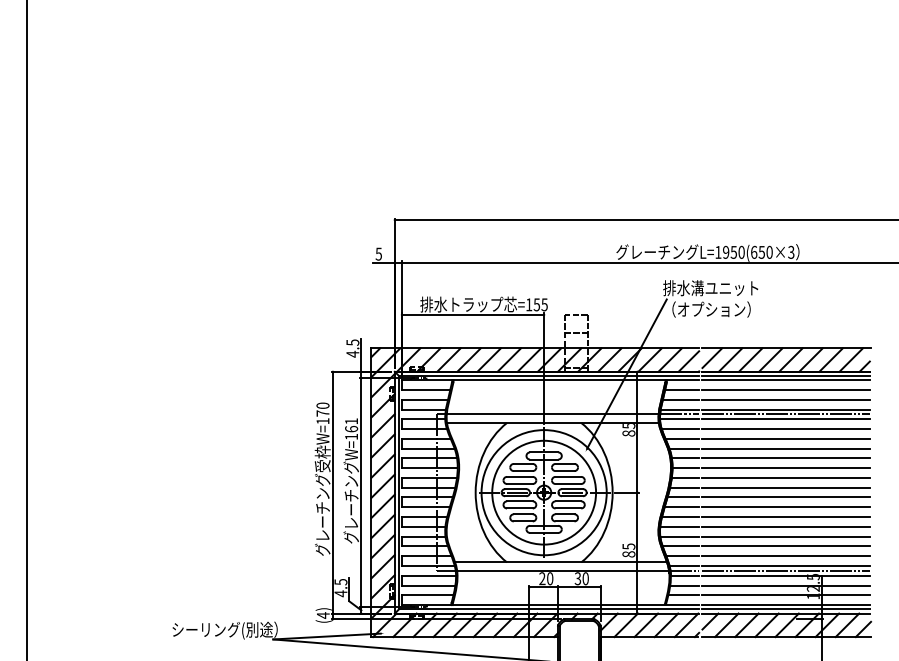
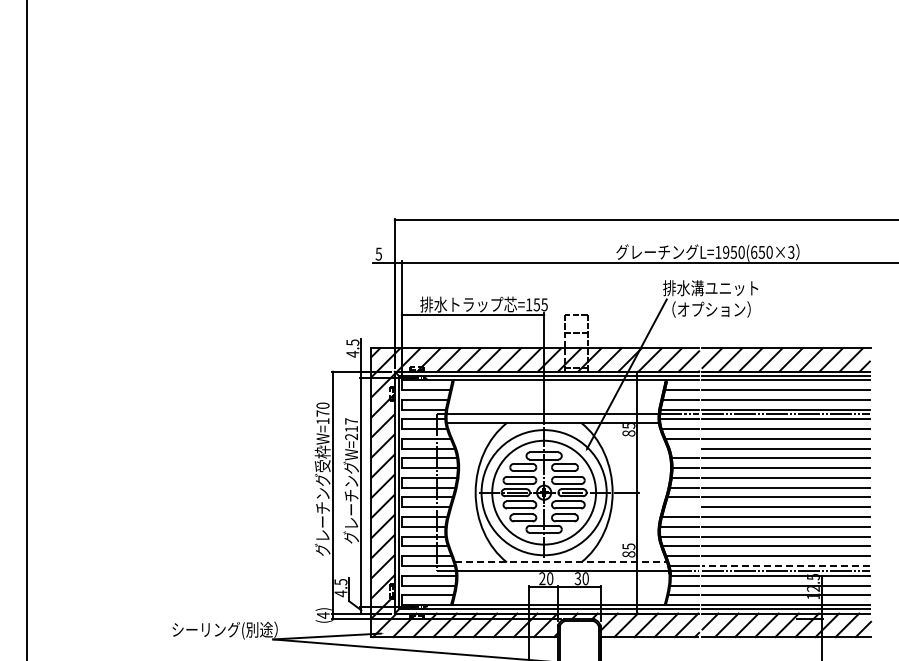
text at (351, 429): W=161 -> W=217
line at (684, 448): present -> none
line at (681, 507): present -> none
line at (561, 562): solid -> dashed
line at (786, 566): solid -> dashed
